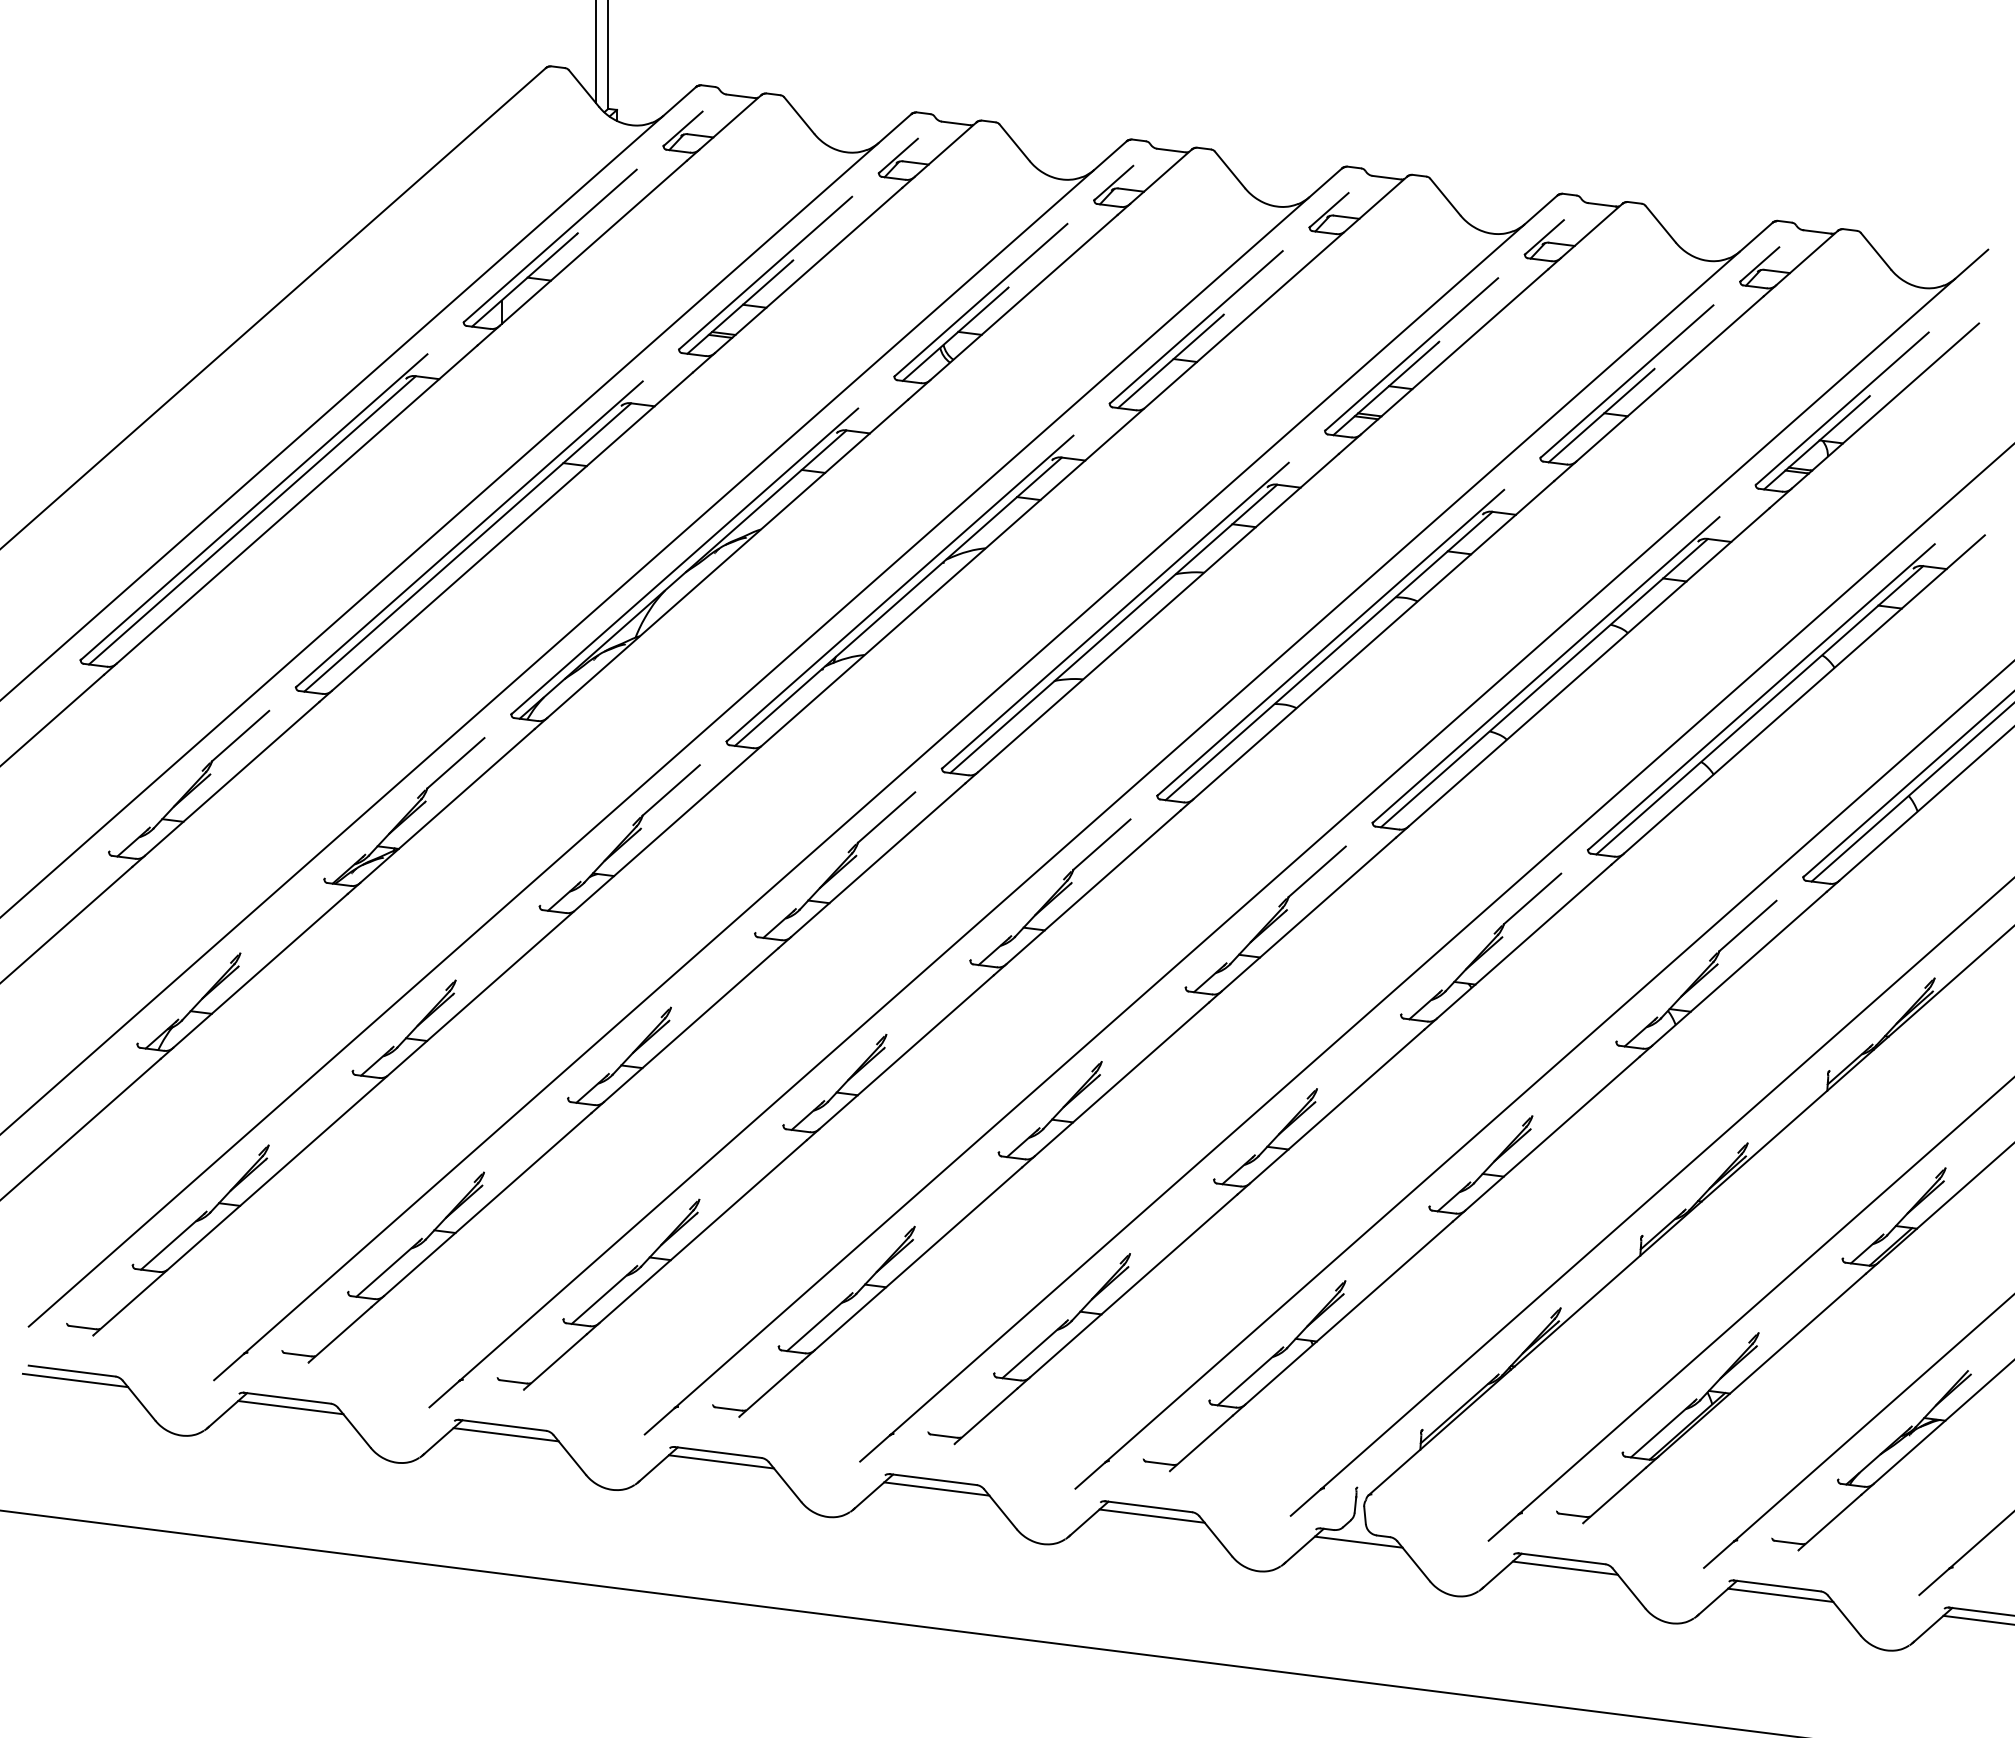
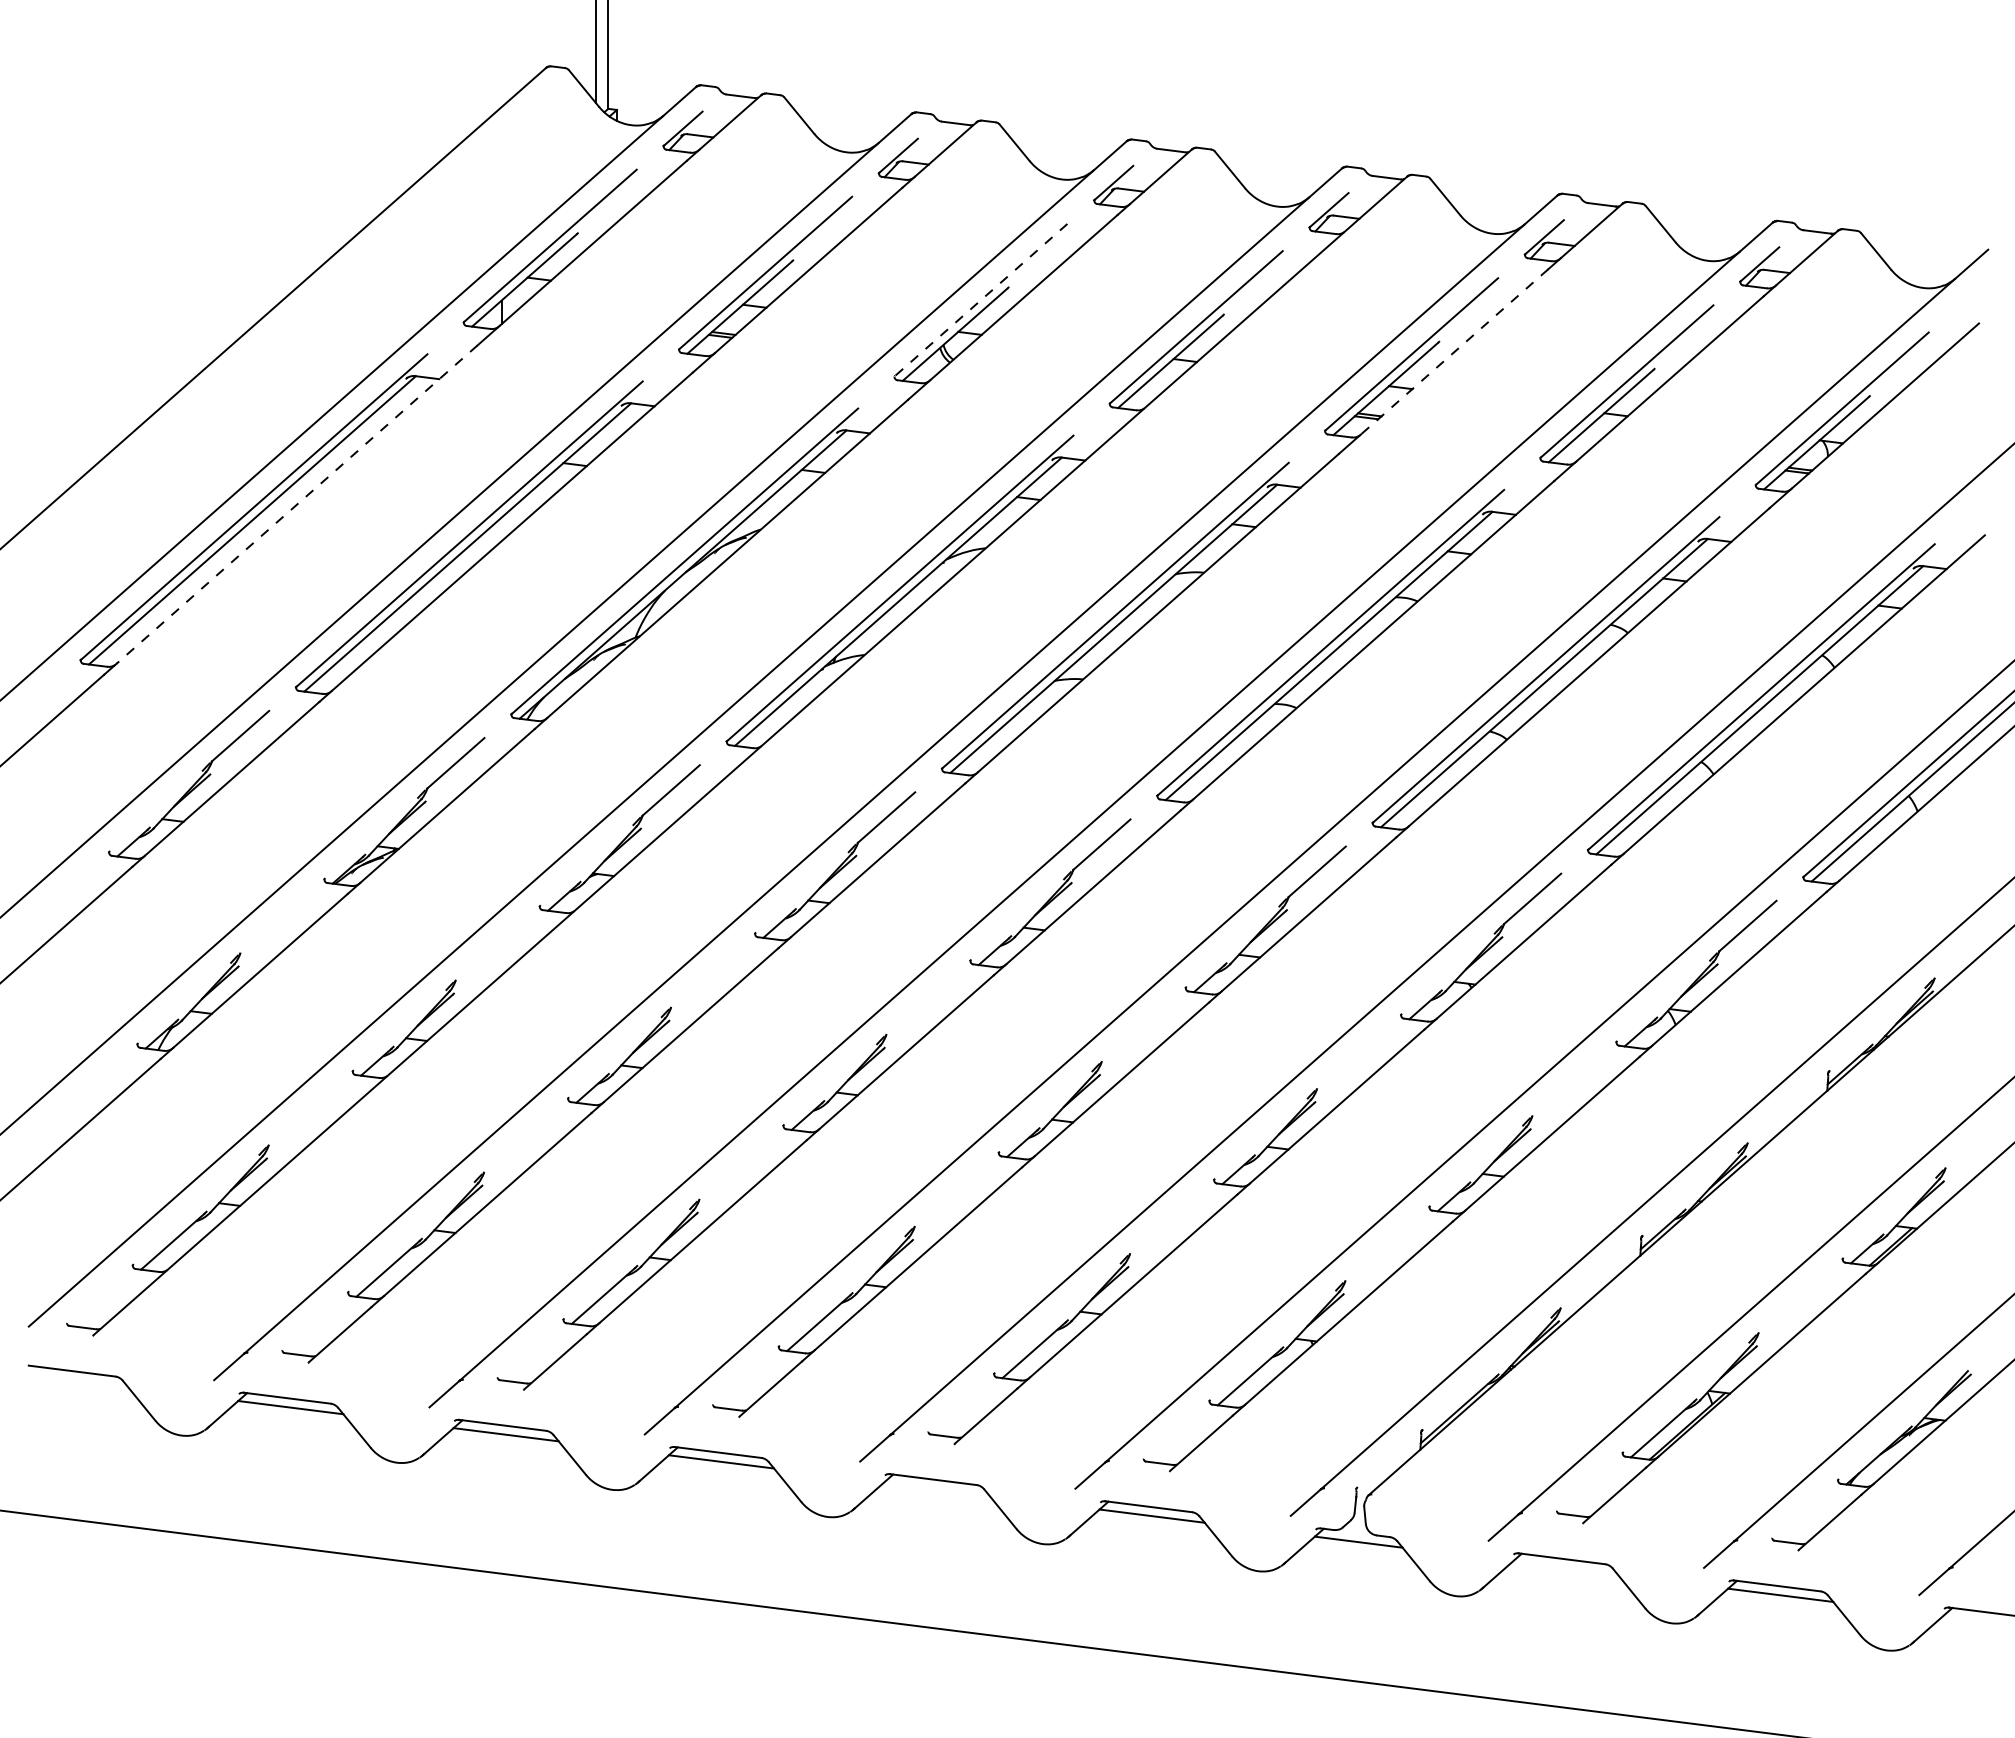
line at (980, 300): solid -> dashed
line at (1454, 351): solid -> dashed
line at (297, 504): solid -> dashed
line at (75, 1380): present -> none
line at (936, 1488): present -> none
line at (1564, 1567): present -> none
line at (1977, 1619): present -> none
